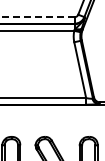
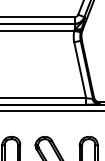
line at (37, 17): dashed -> solid
line at (51, 111): none -> present
